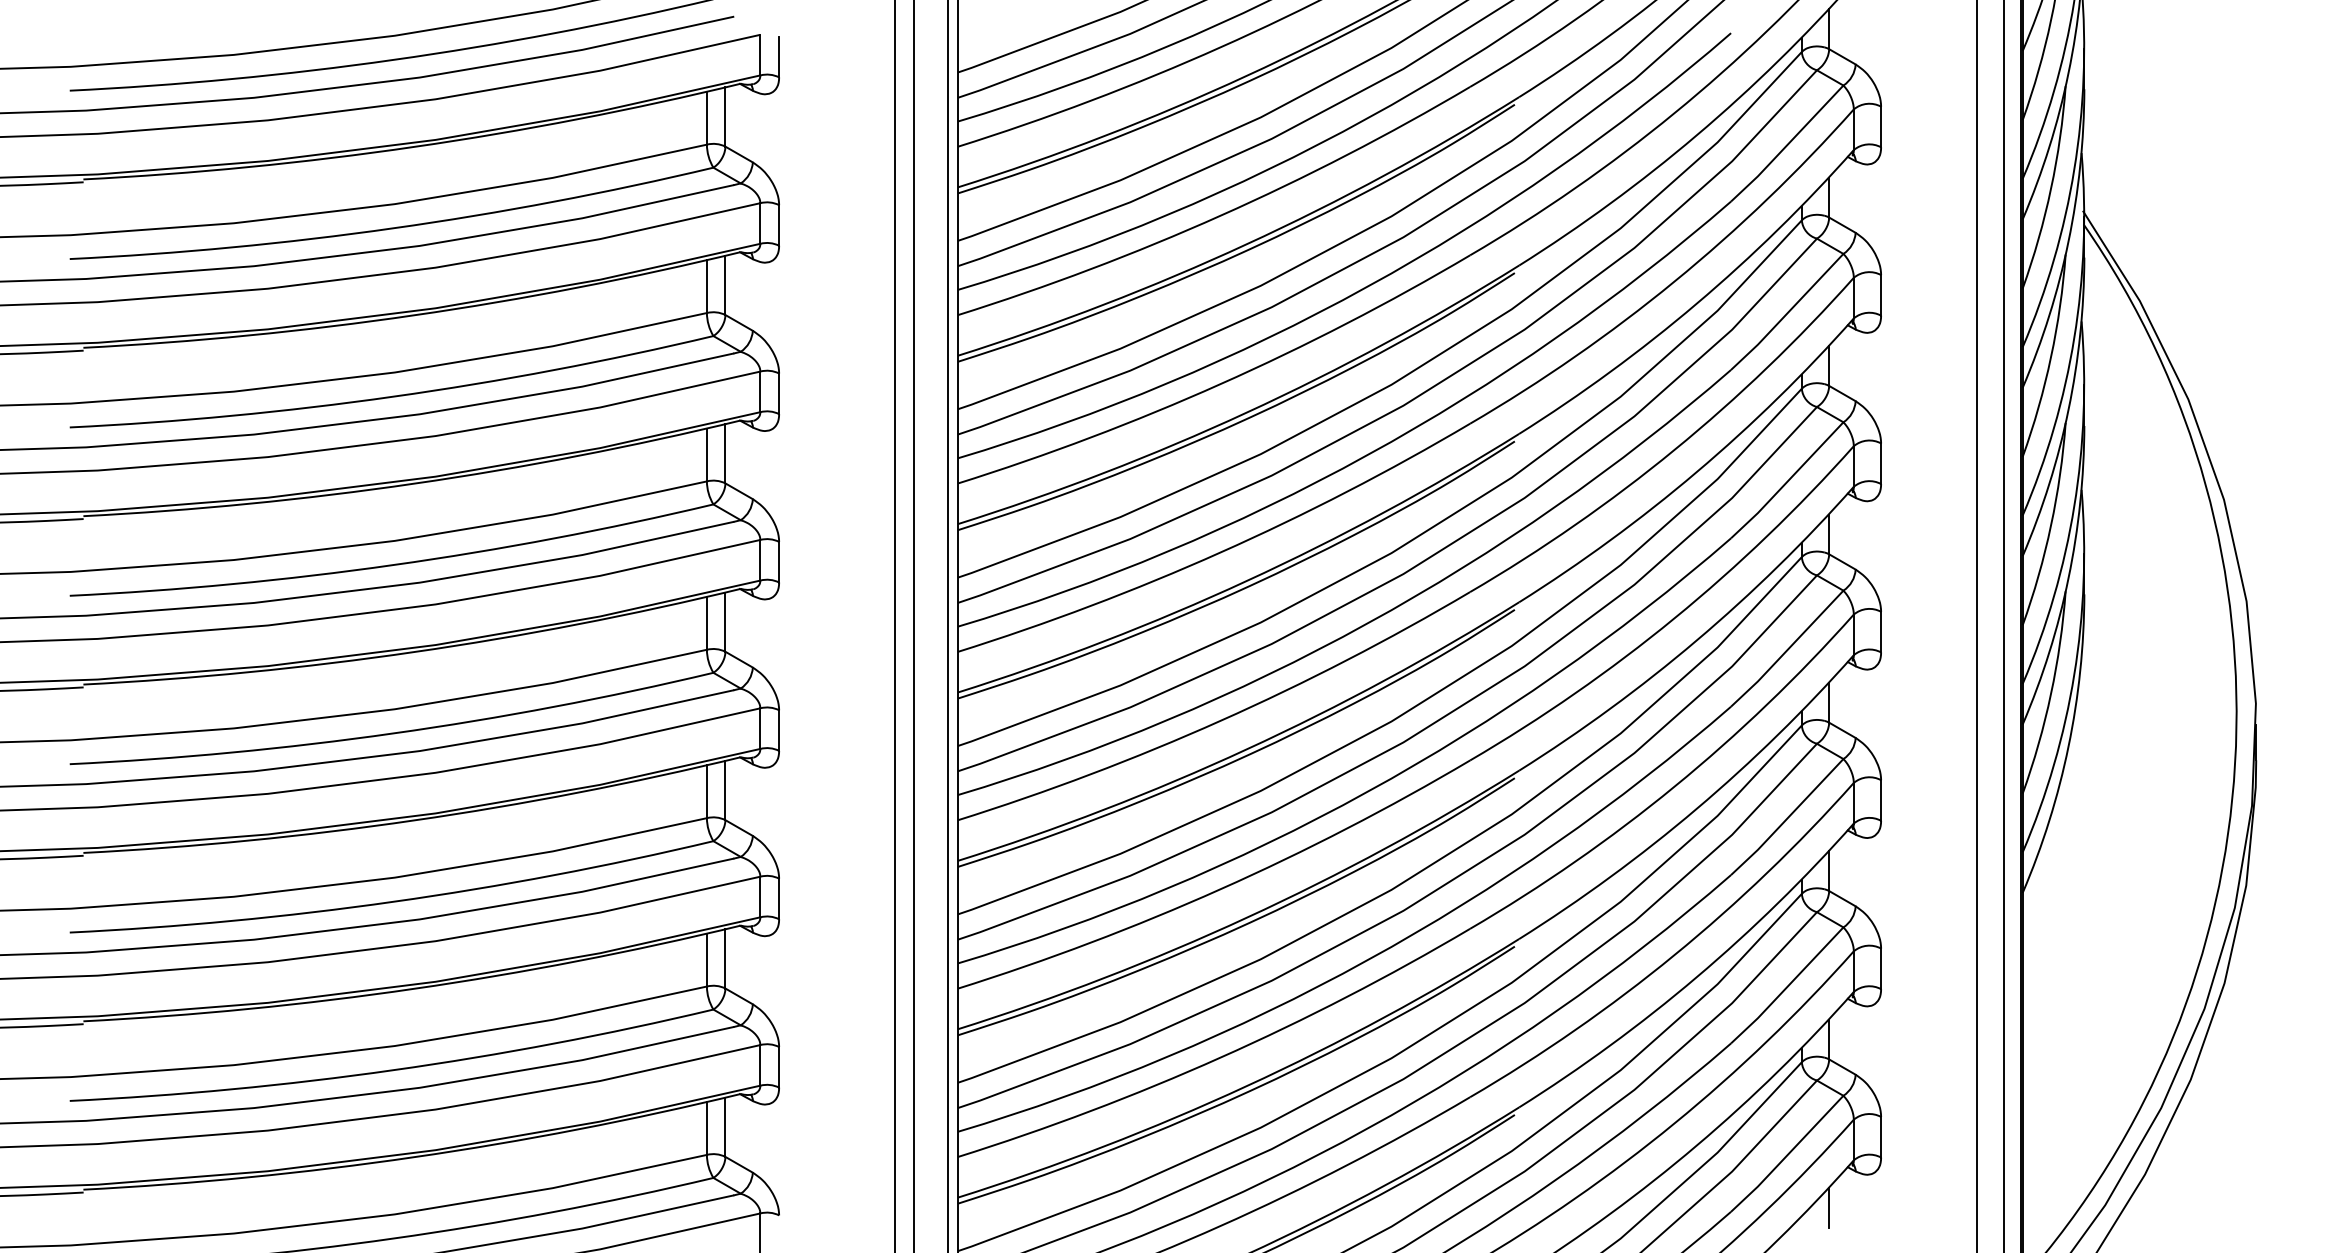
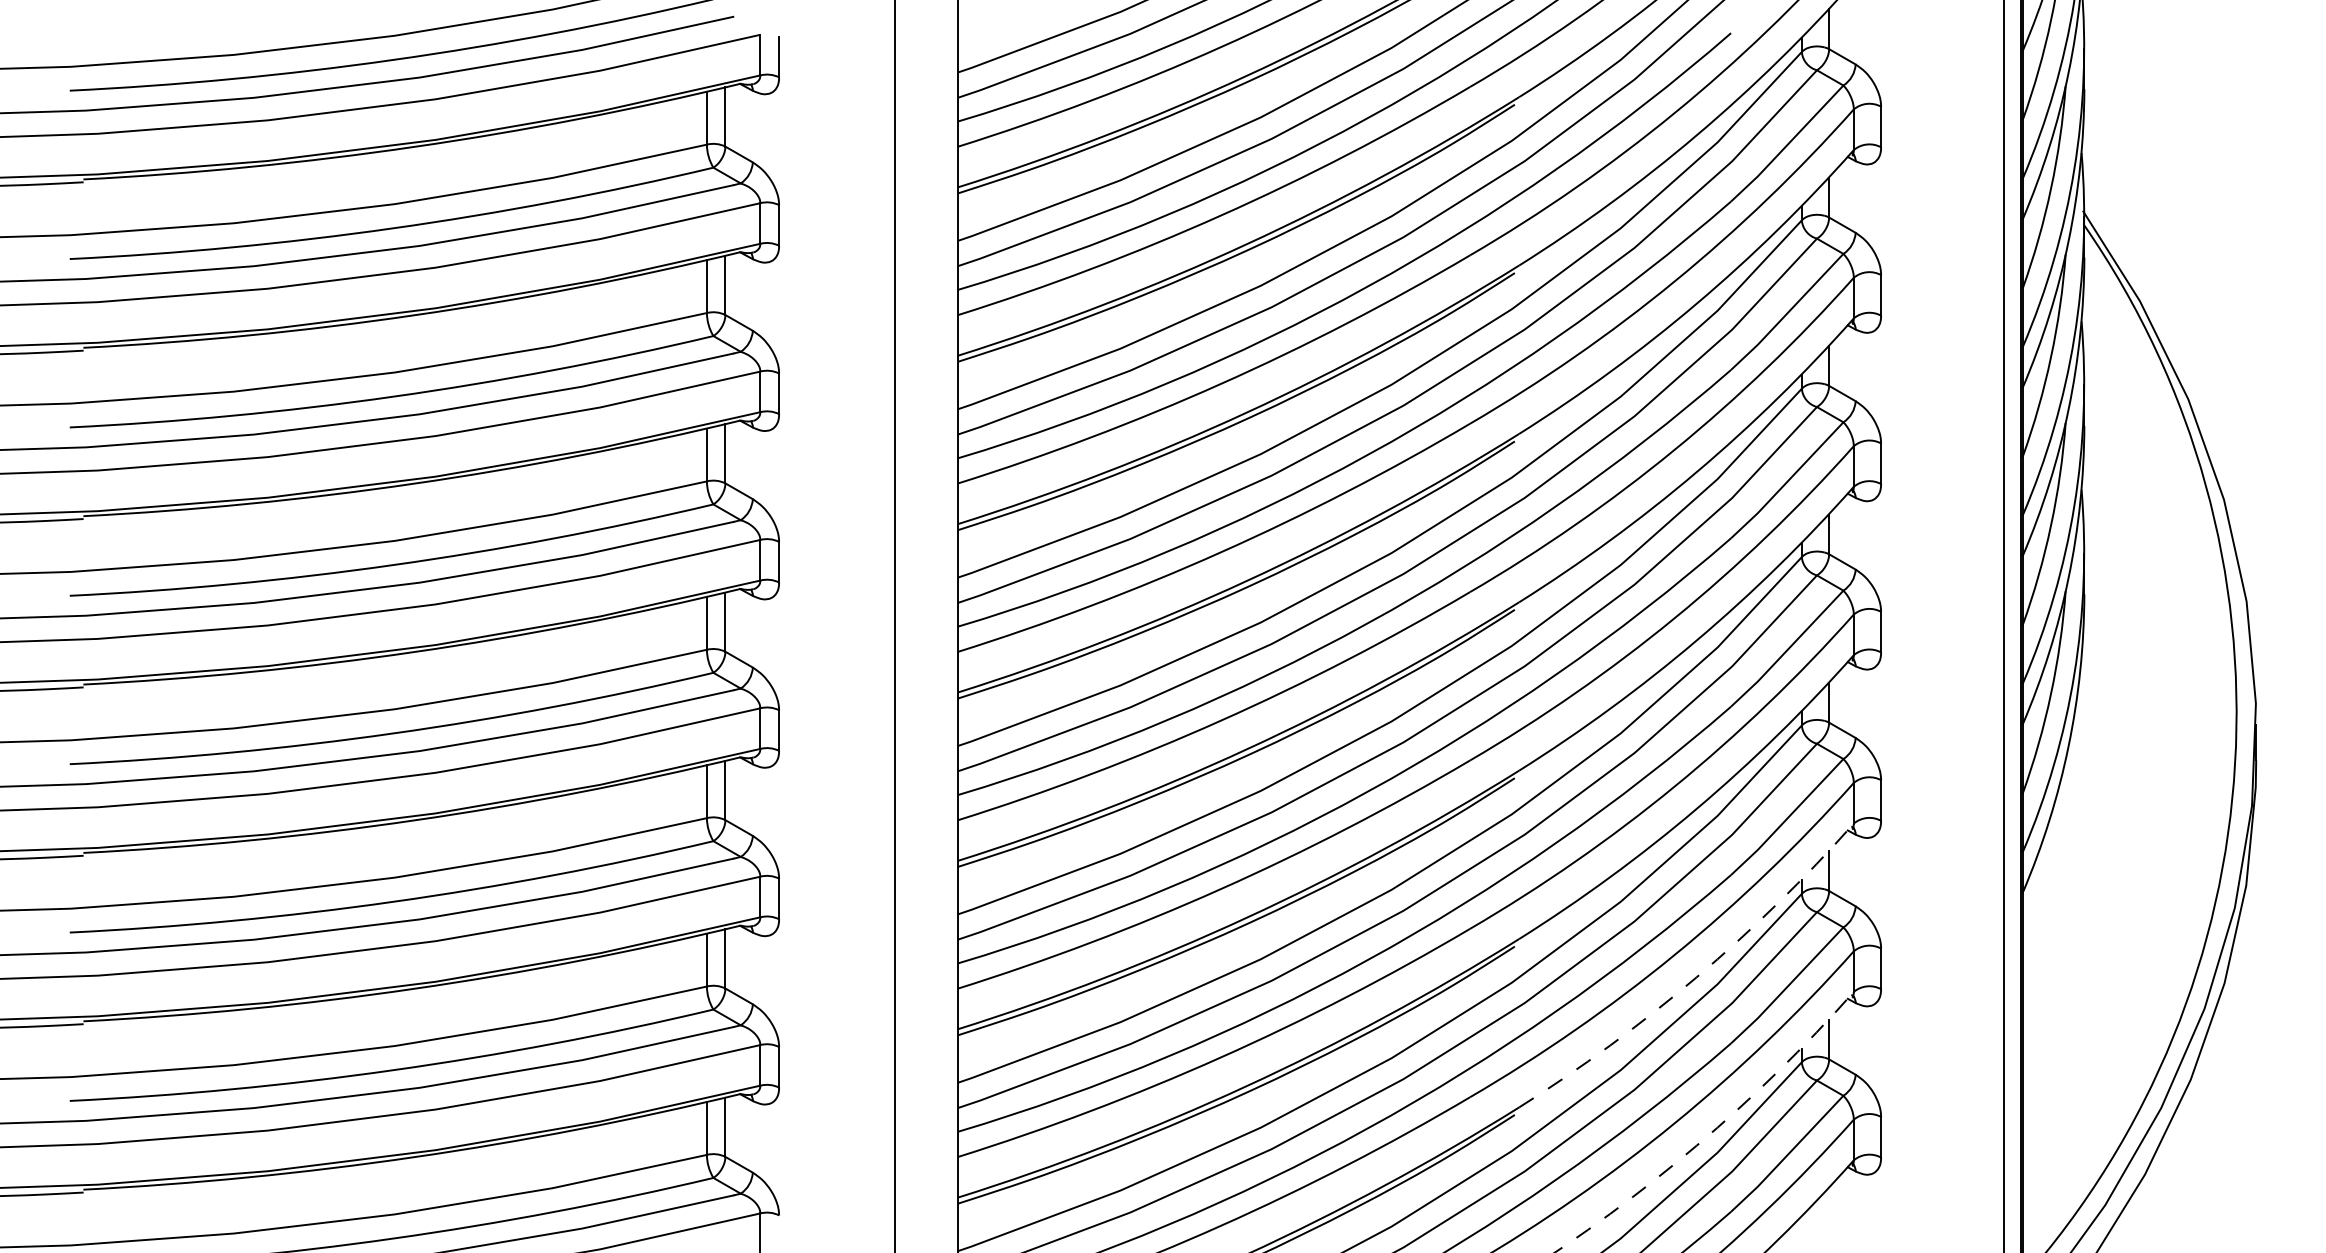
line at (914, 625): present -> none
line at (948, 625): present -> none
line at (1977, 625): present -> none
arc at (1696, 977): solid -> dashed
arc at (1712, 1131): solid -> dashed
line at (1829, 1207): present -> none
